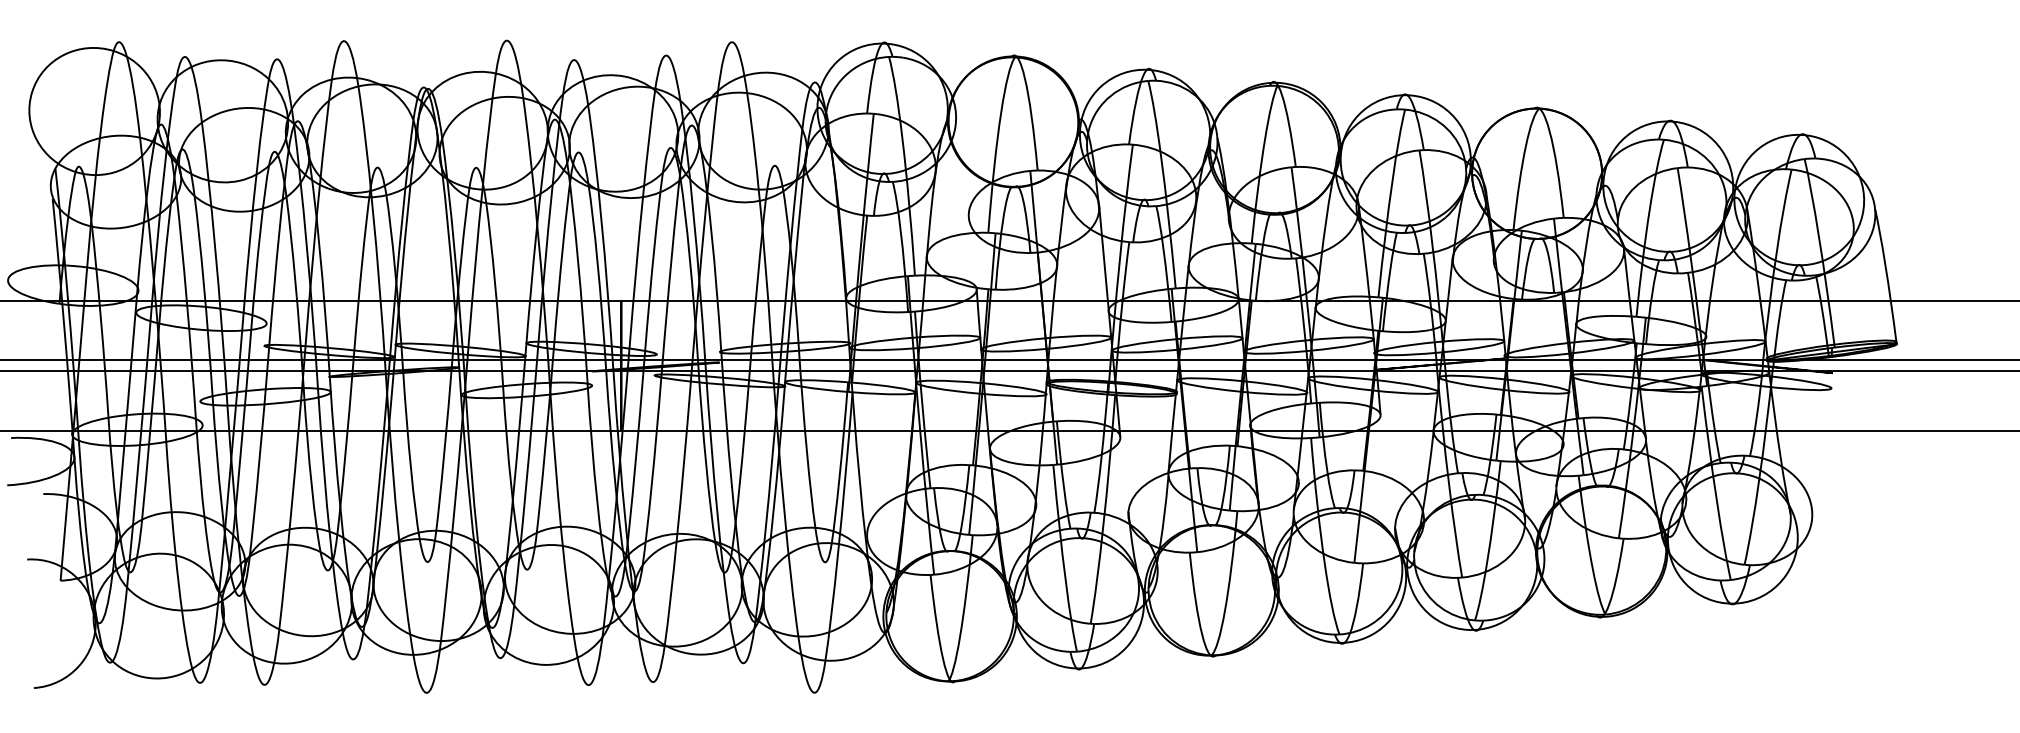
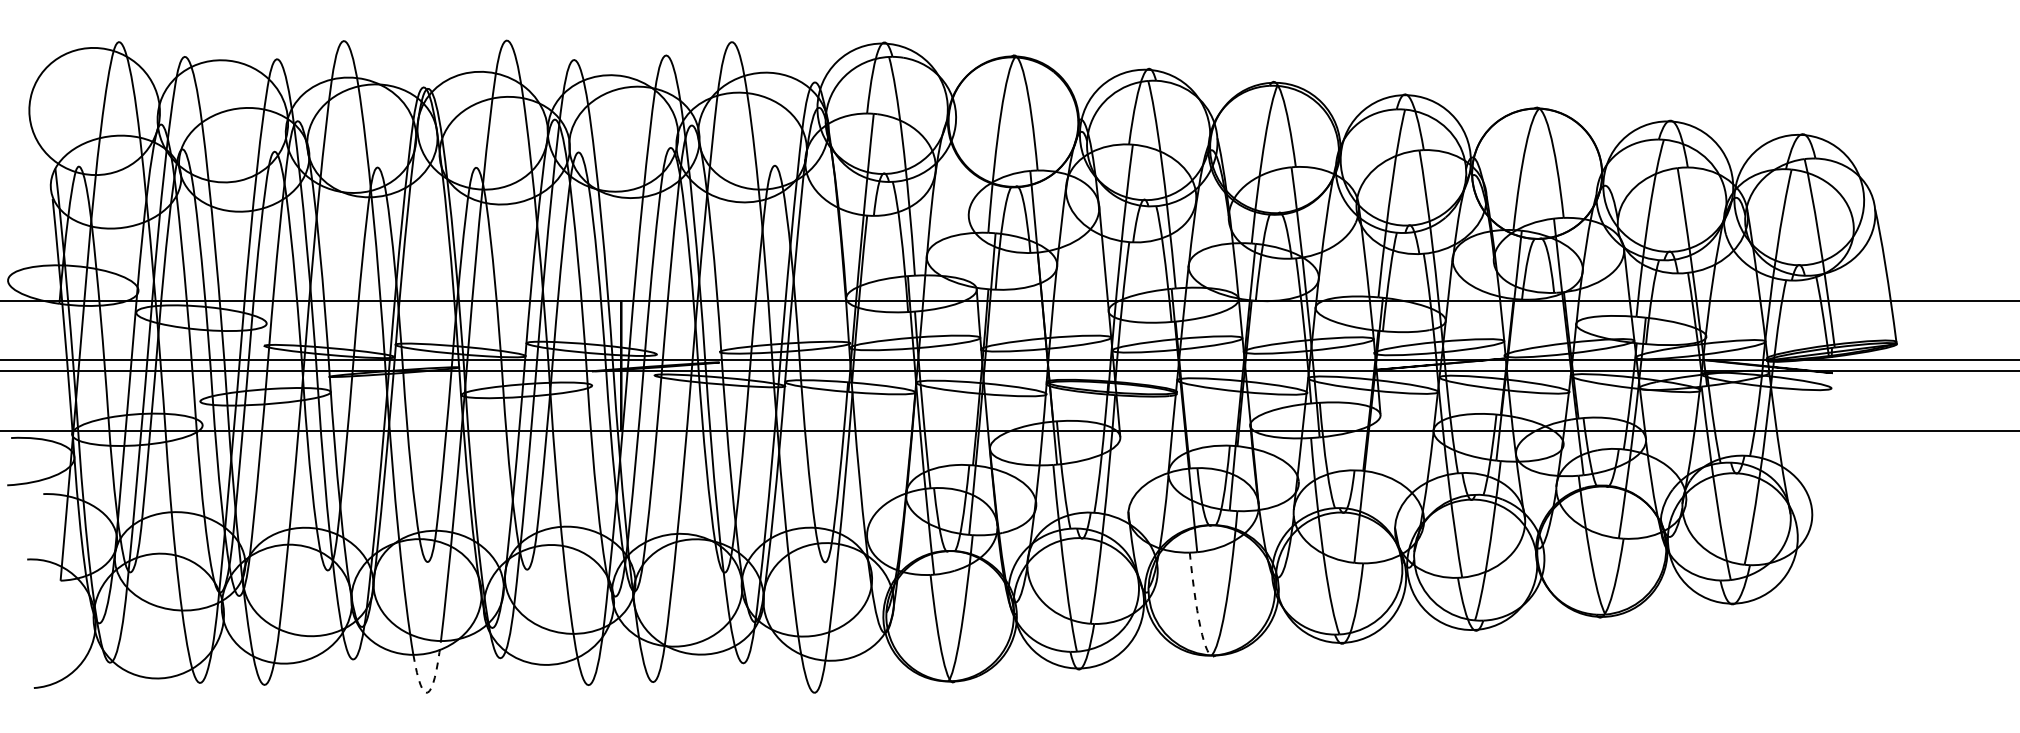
arc at (1197, 613): solid -> dashed
arc at (429, 691): solid -> dashed
